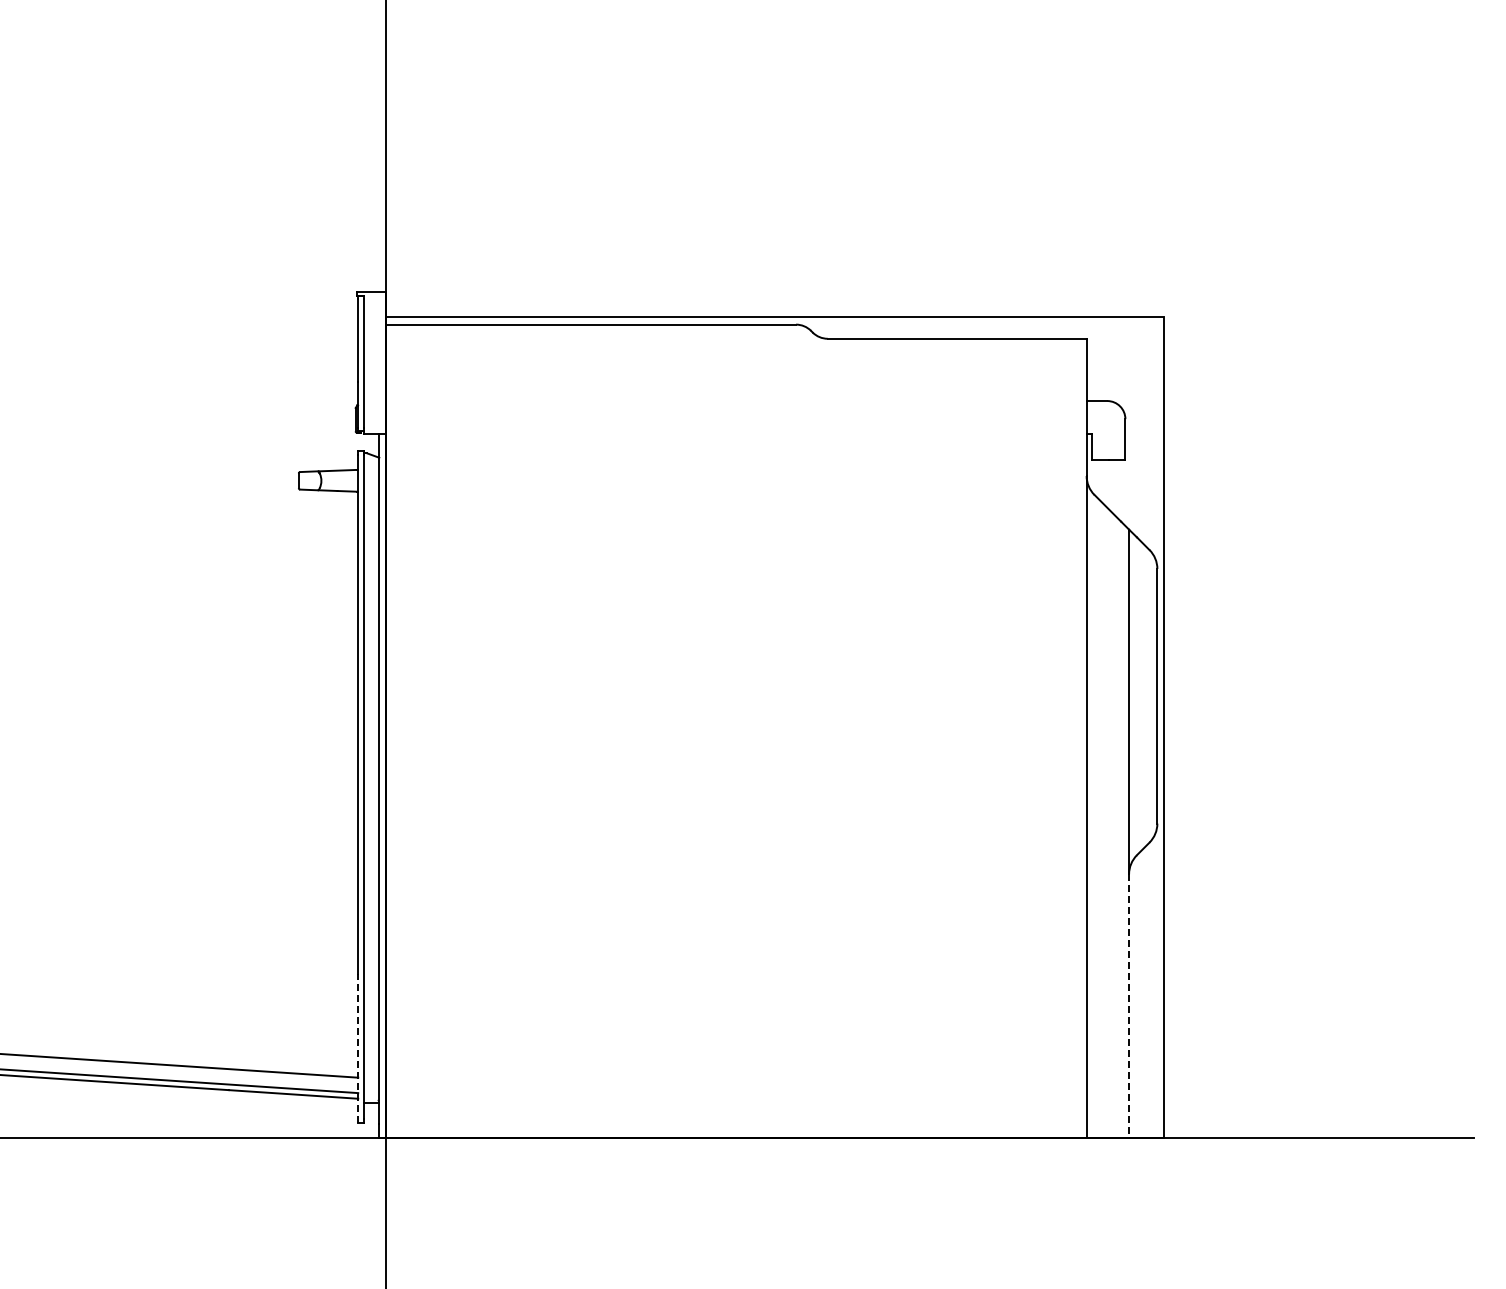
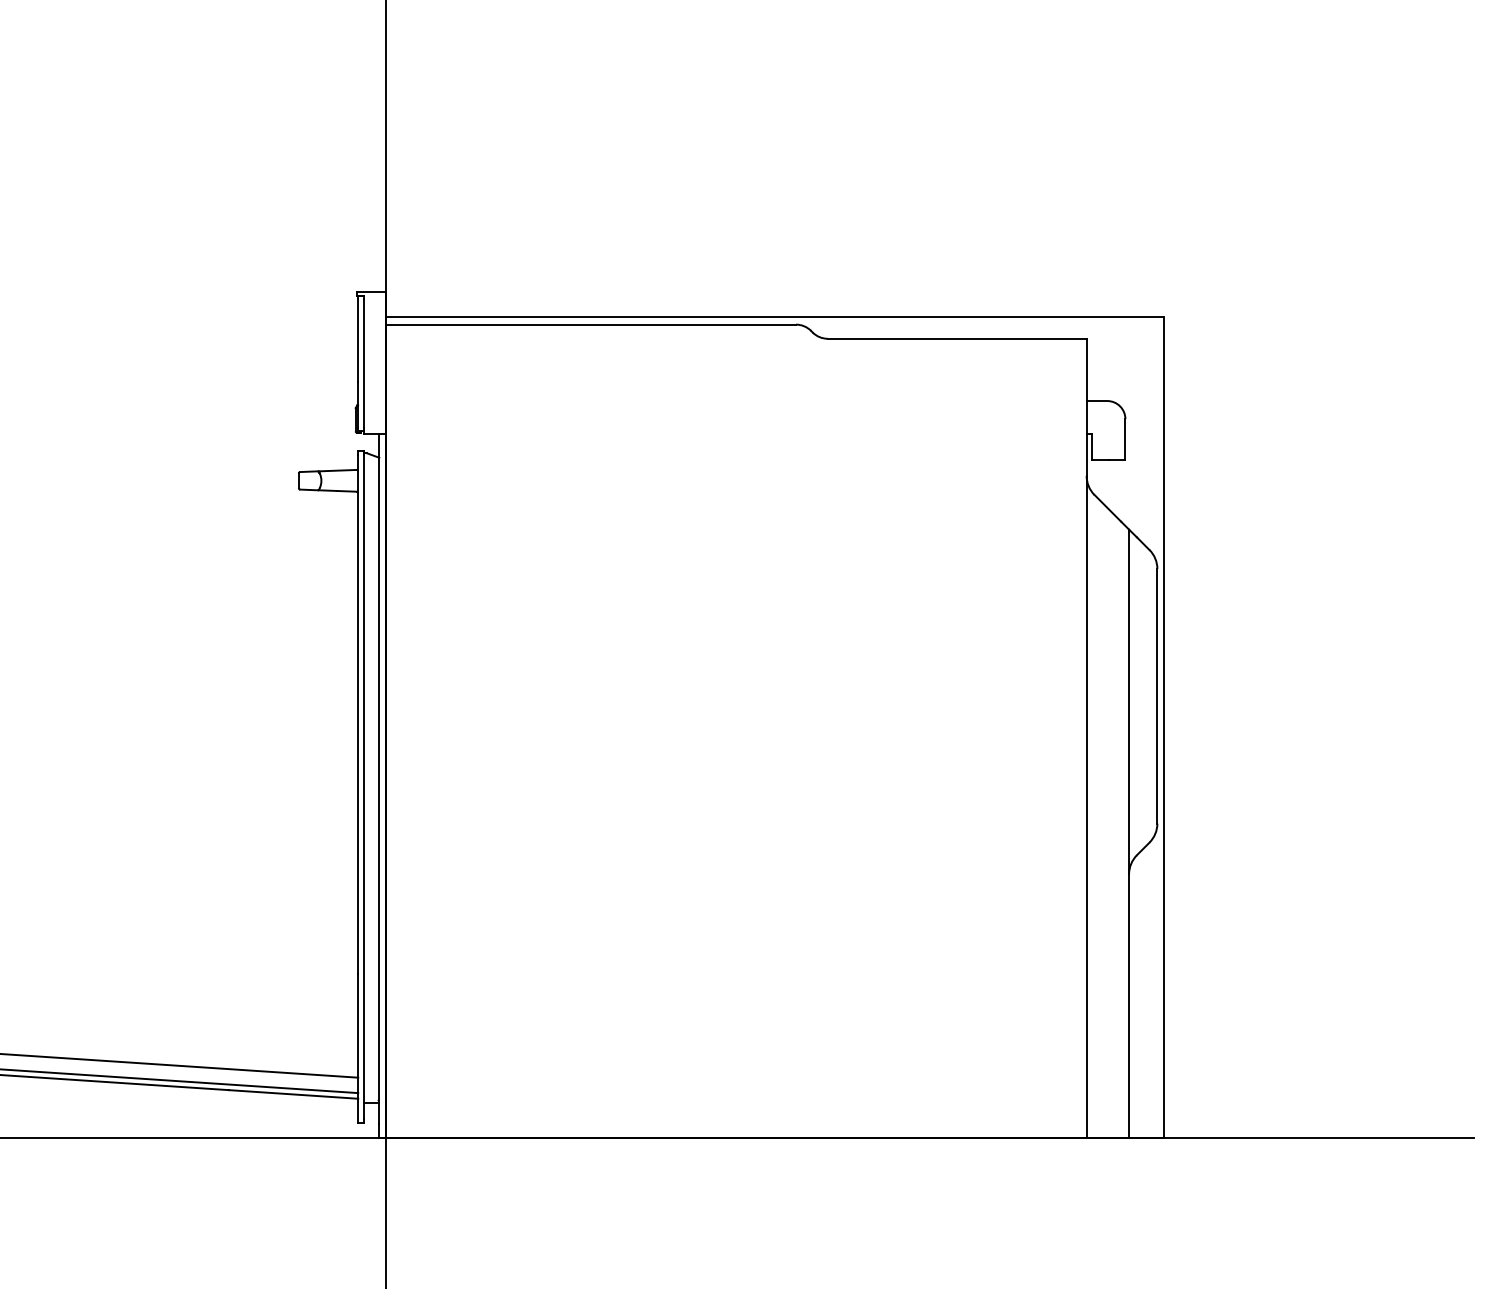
line at (1129, 1005): dashed -> solid
line at (358, 1048): dashed -> solid
